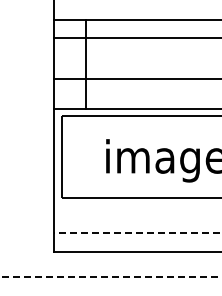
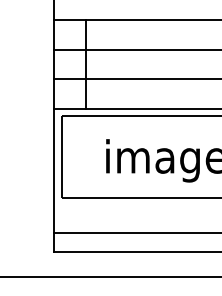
line at (135, 37) position: (135, 37) -> (135, 49)
line at (137, 232): dashed -> solid
line at (111, 276): dashed -> solid
